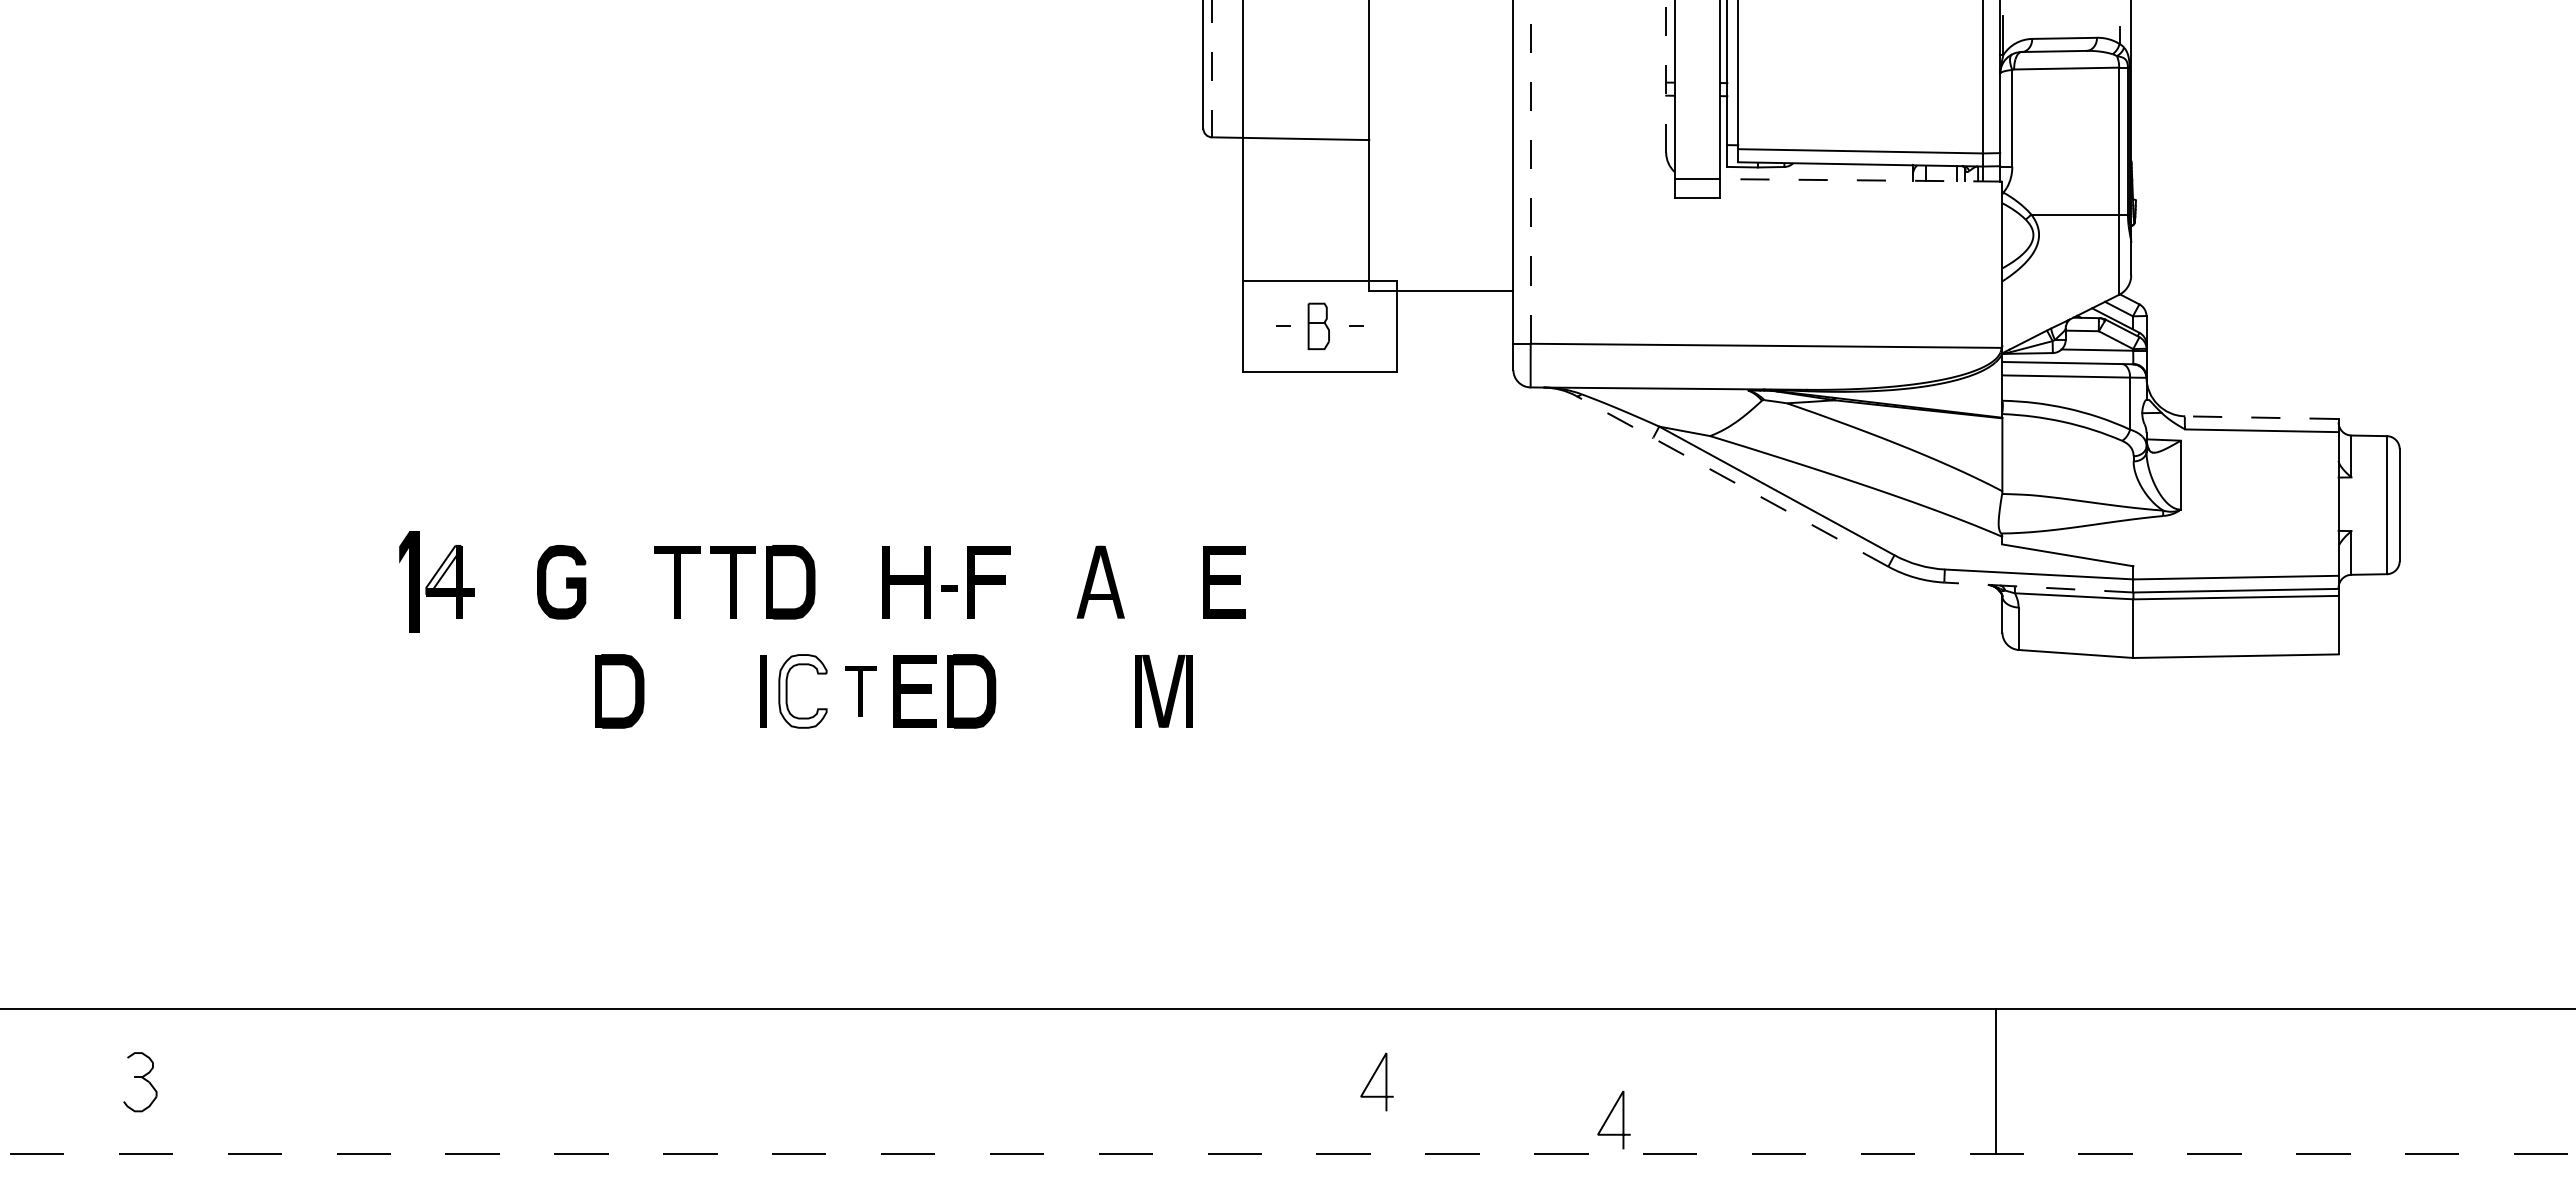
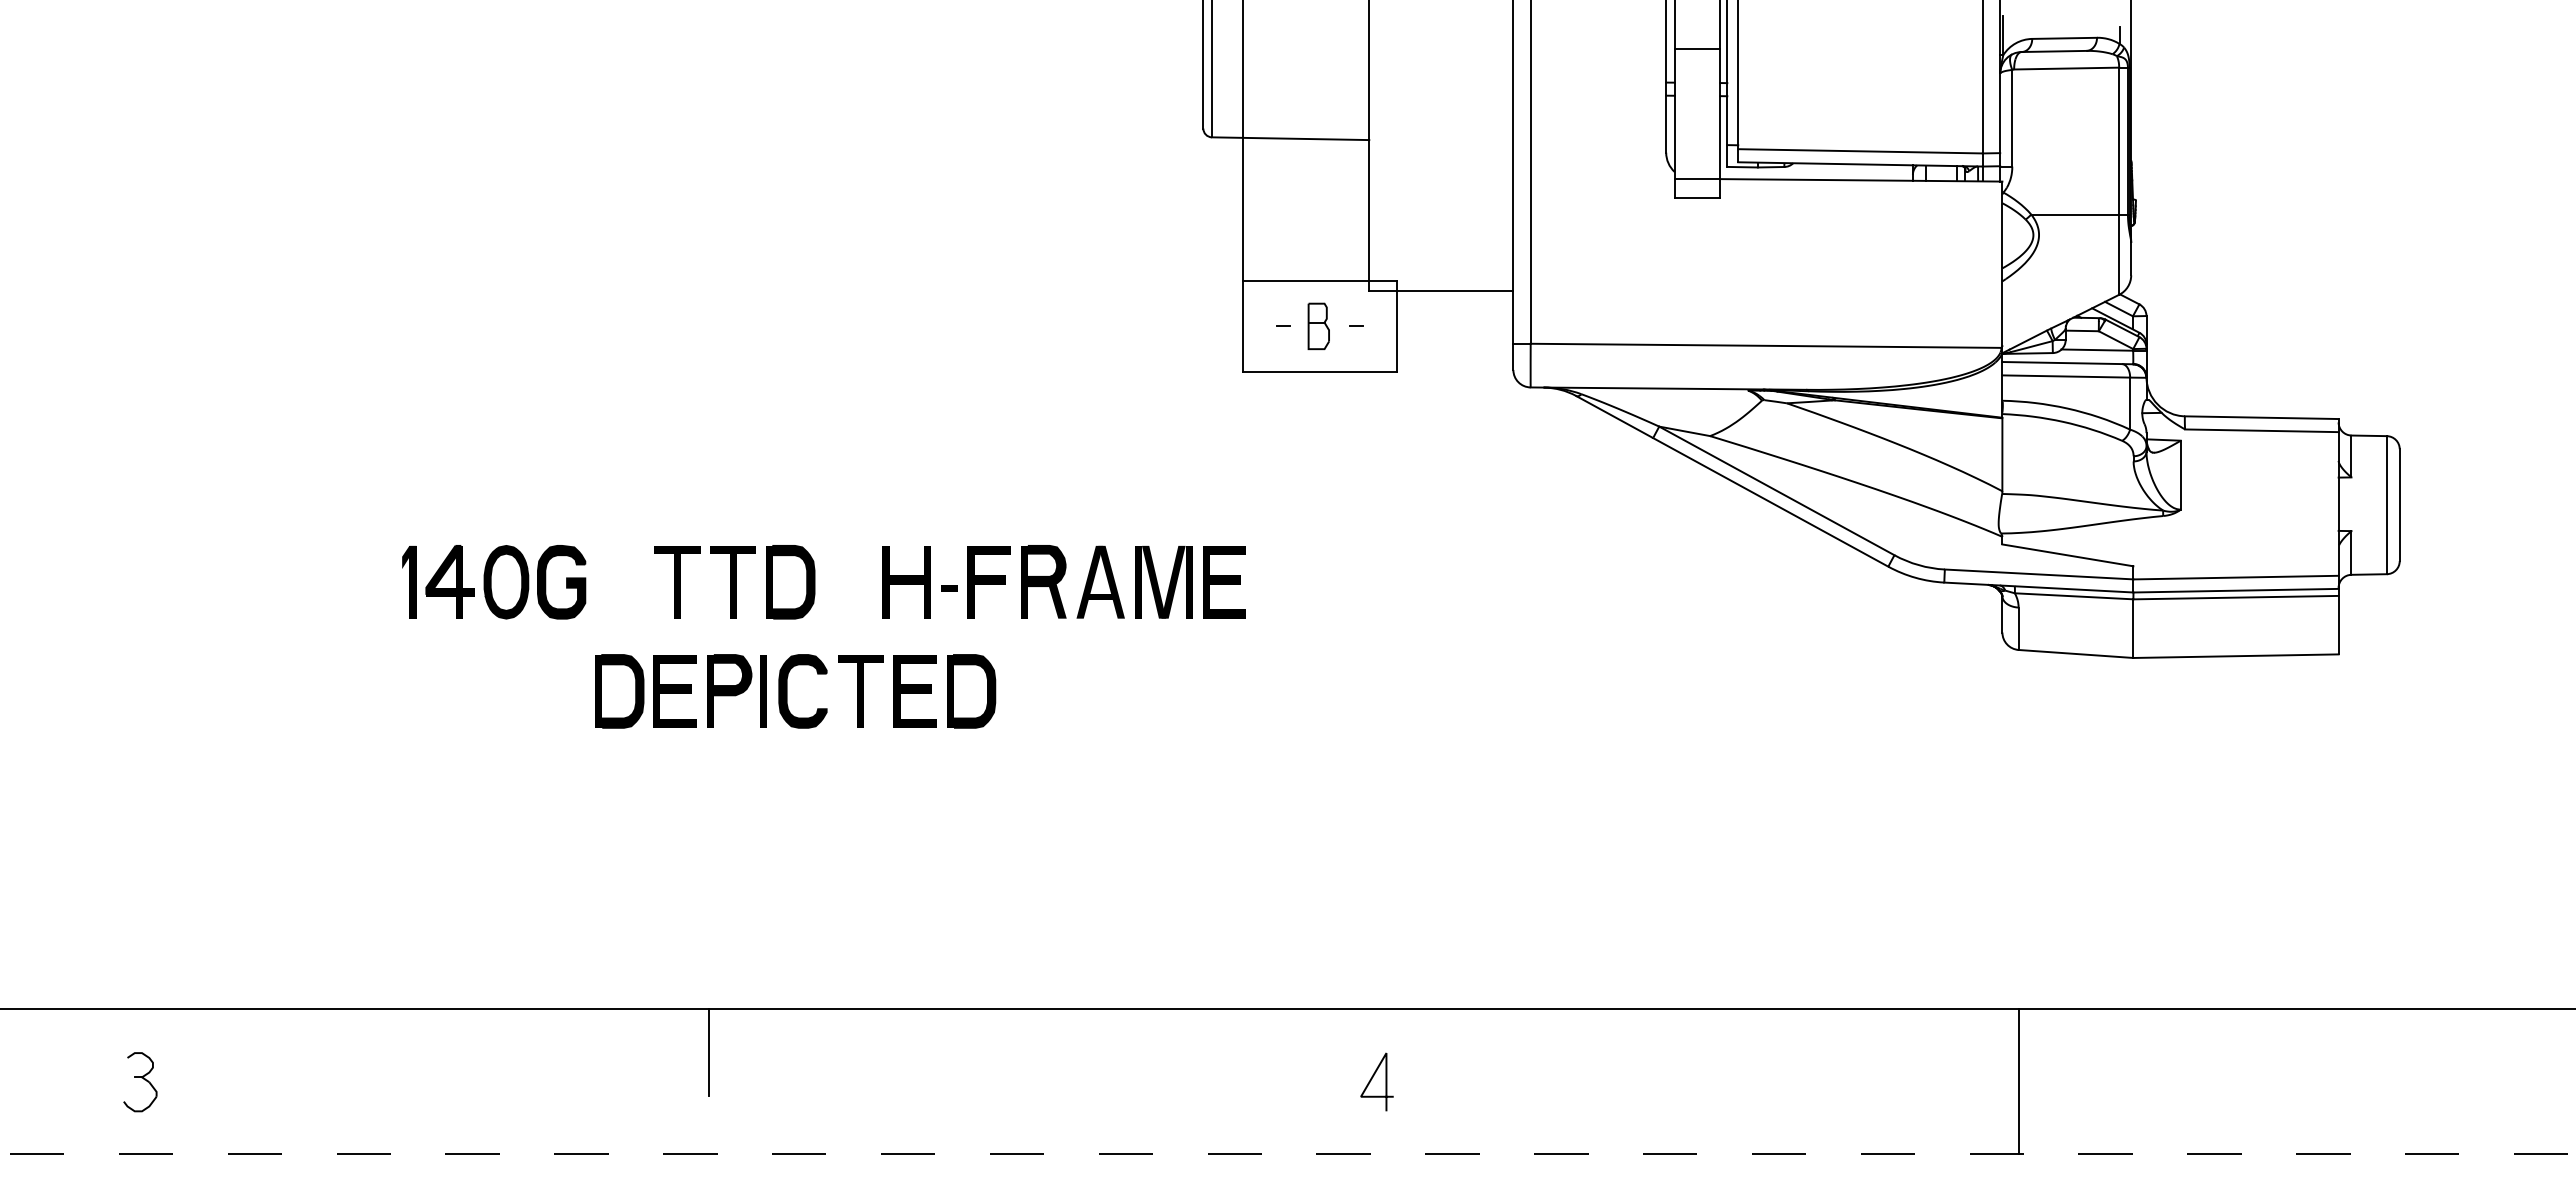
line at (1697, 48): none -> present
line at (1211, 69): dashed -> solid
line at (1666, 76): dashed -> solid
line at (1530, 171): dashed -> solid
line at (1860, 180): dashed -> solid
line at (2261, 417): dashed -> solid
line at (1732, 481): dashed -> solid
fill at (443, 569): none -> present
part at (409, 581) size: 21x102 px -> 15x73 px
part at (1043, 581): none -> present
part at (506, 582): none -> present
line at (2038, 587): dashed -> solid
part at (729, 690): none -> present
part at (674, 691): none -> present
fill at (802, 691): none -> present
part at (860, 691) size: 32x51 px -> 46x73 px
part at (1163, 691) position: (1163, 691) -> (1163, 582)
line at (709, 1052): none -> present
line at (1996, 1081) position: (1996, 1081) -> (2019, 1081)
line at (1609, 1117): present -> none
